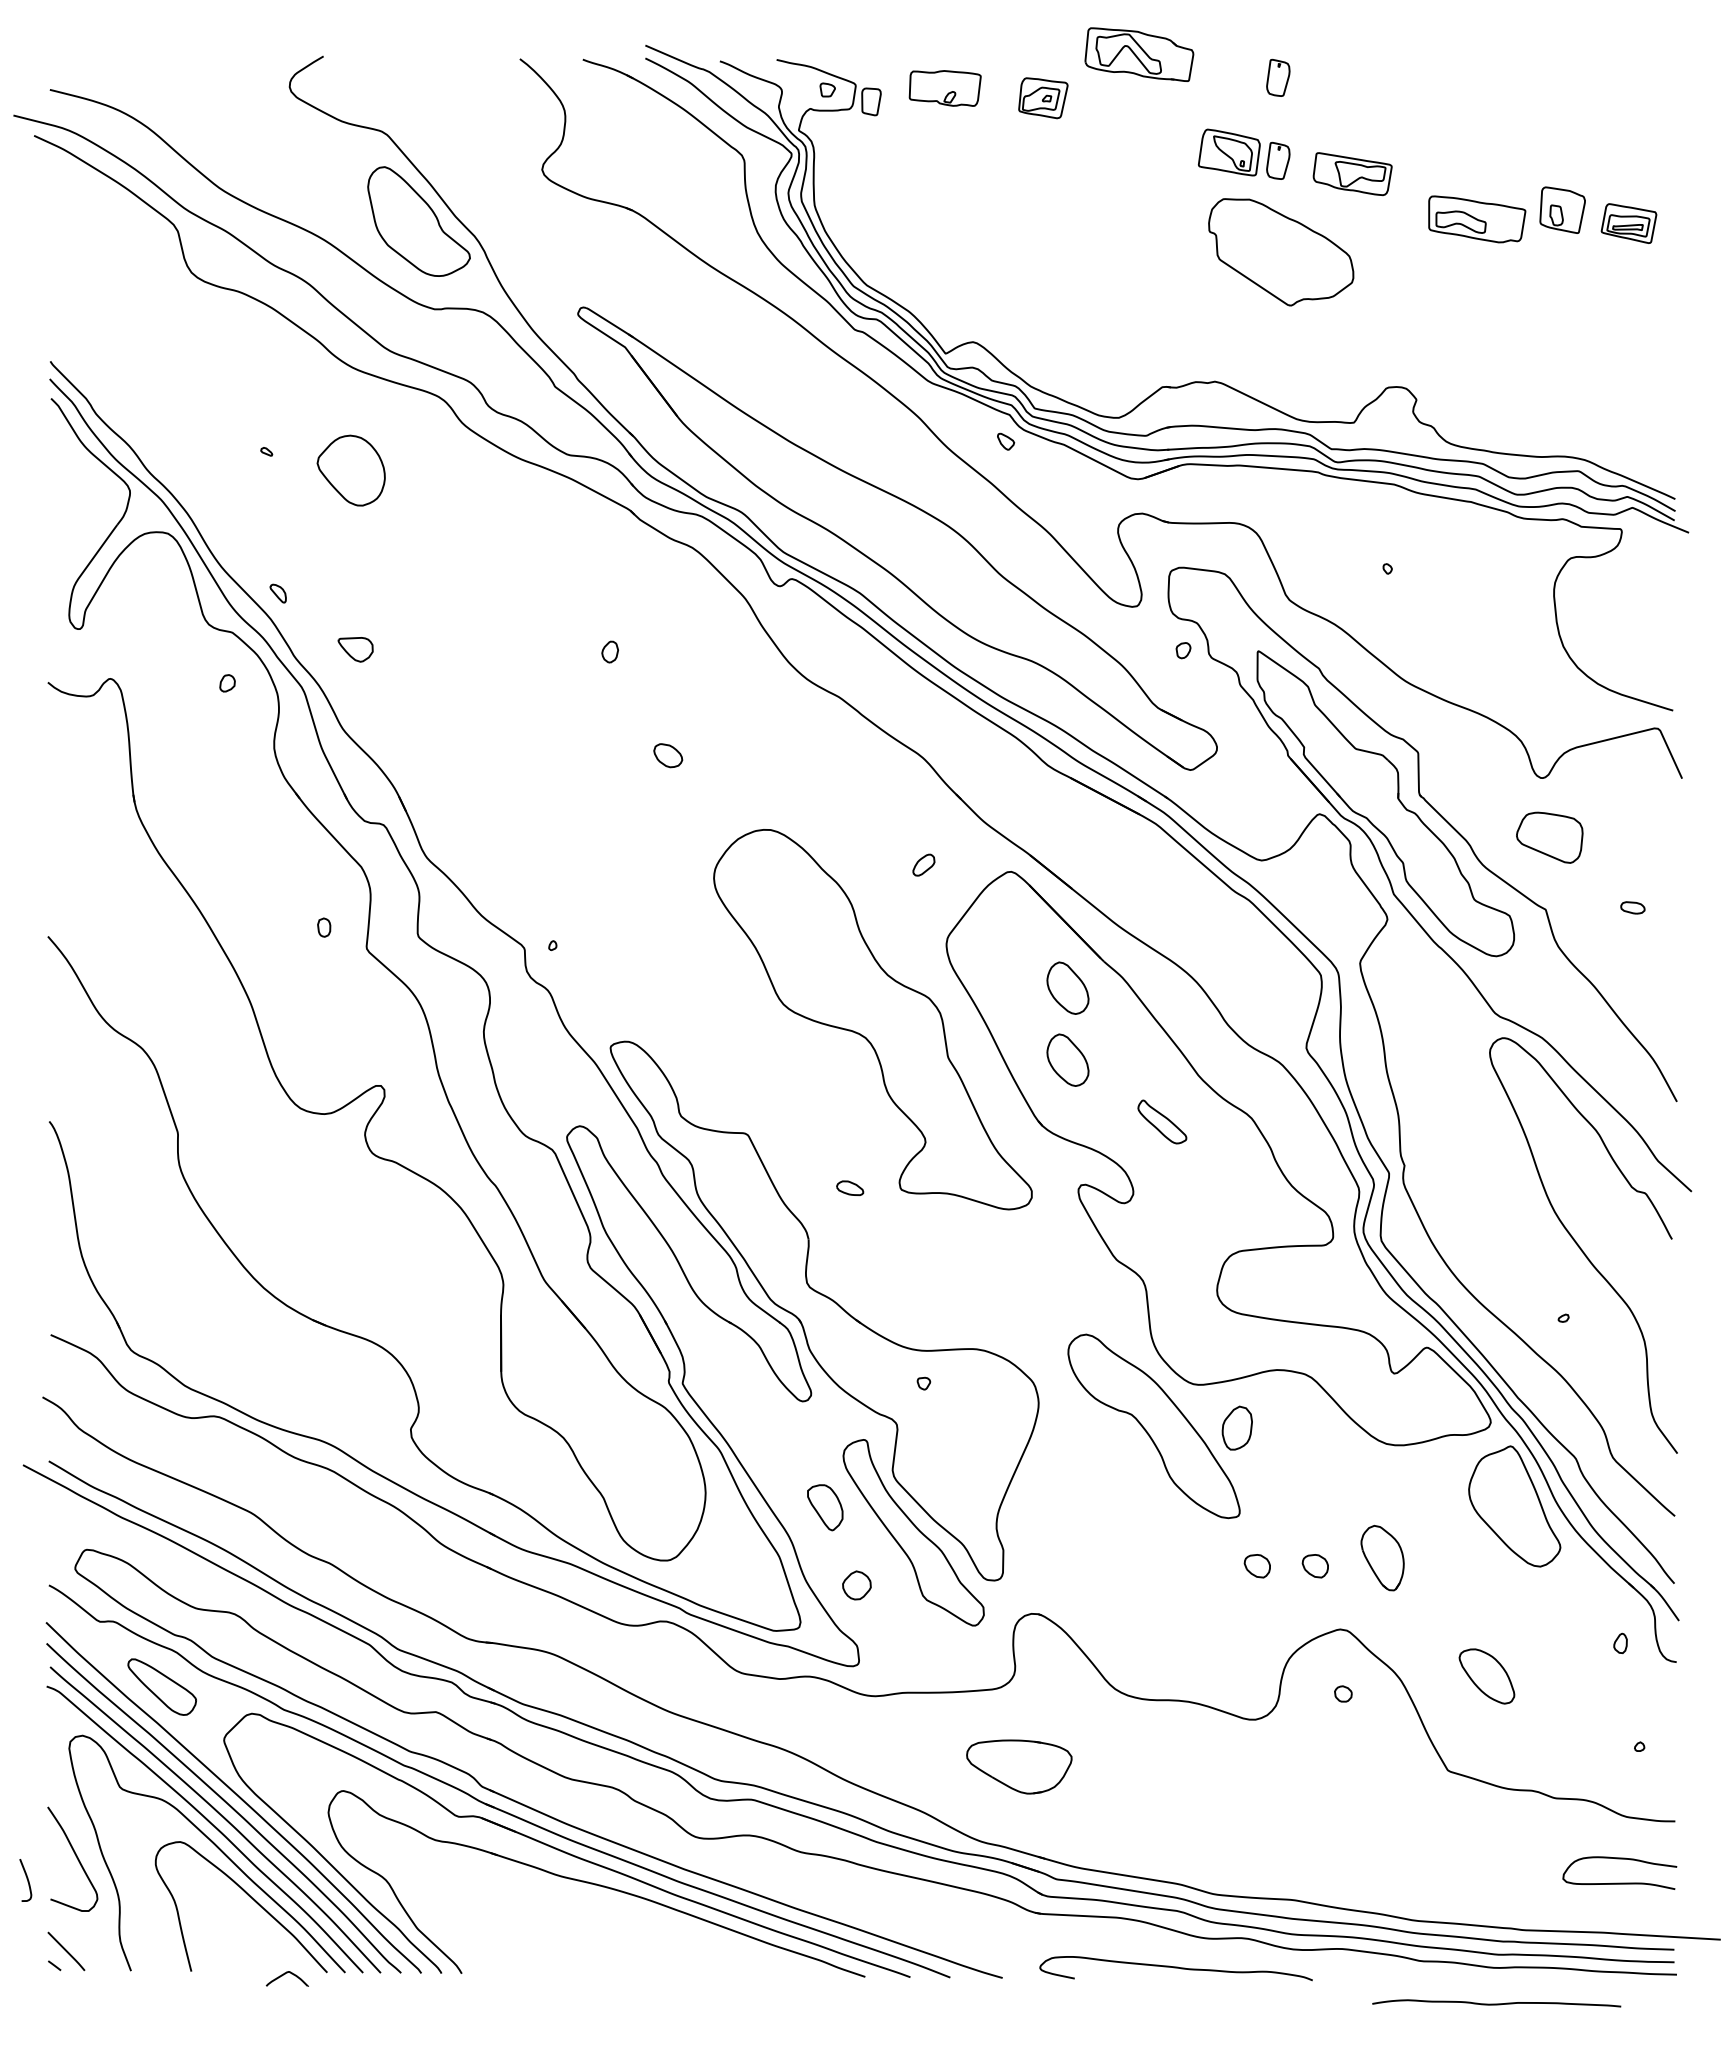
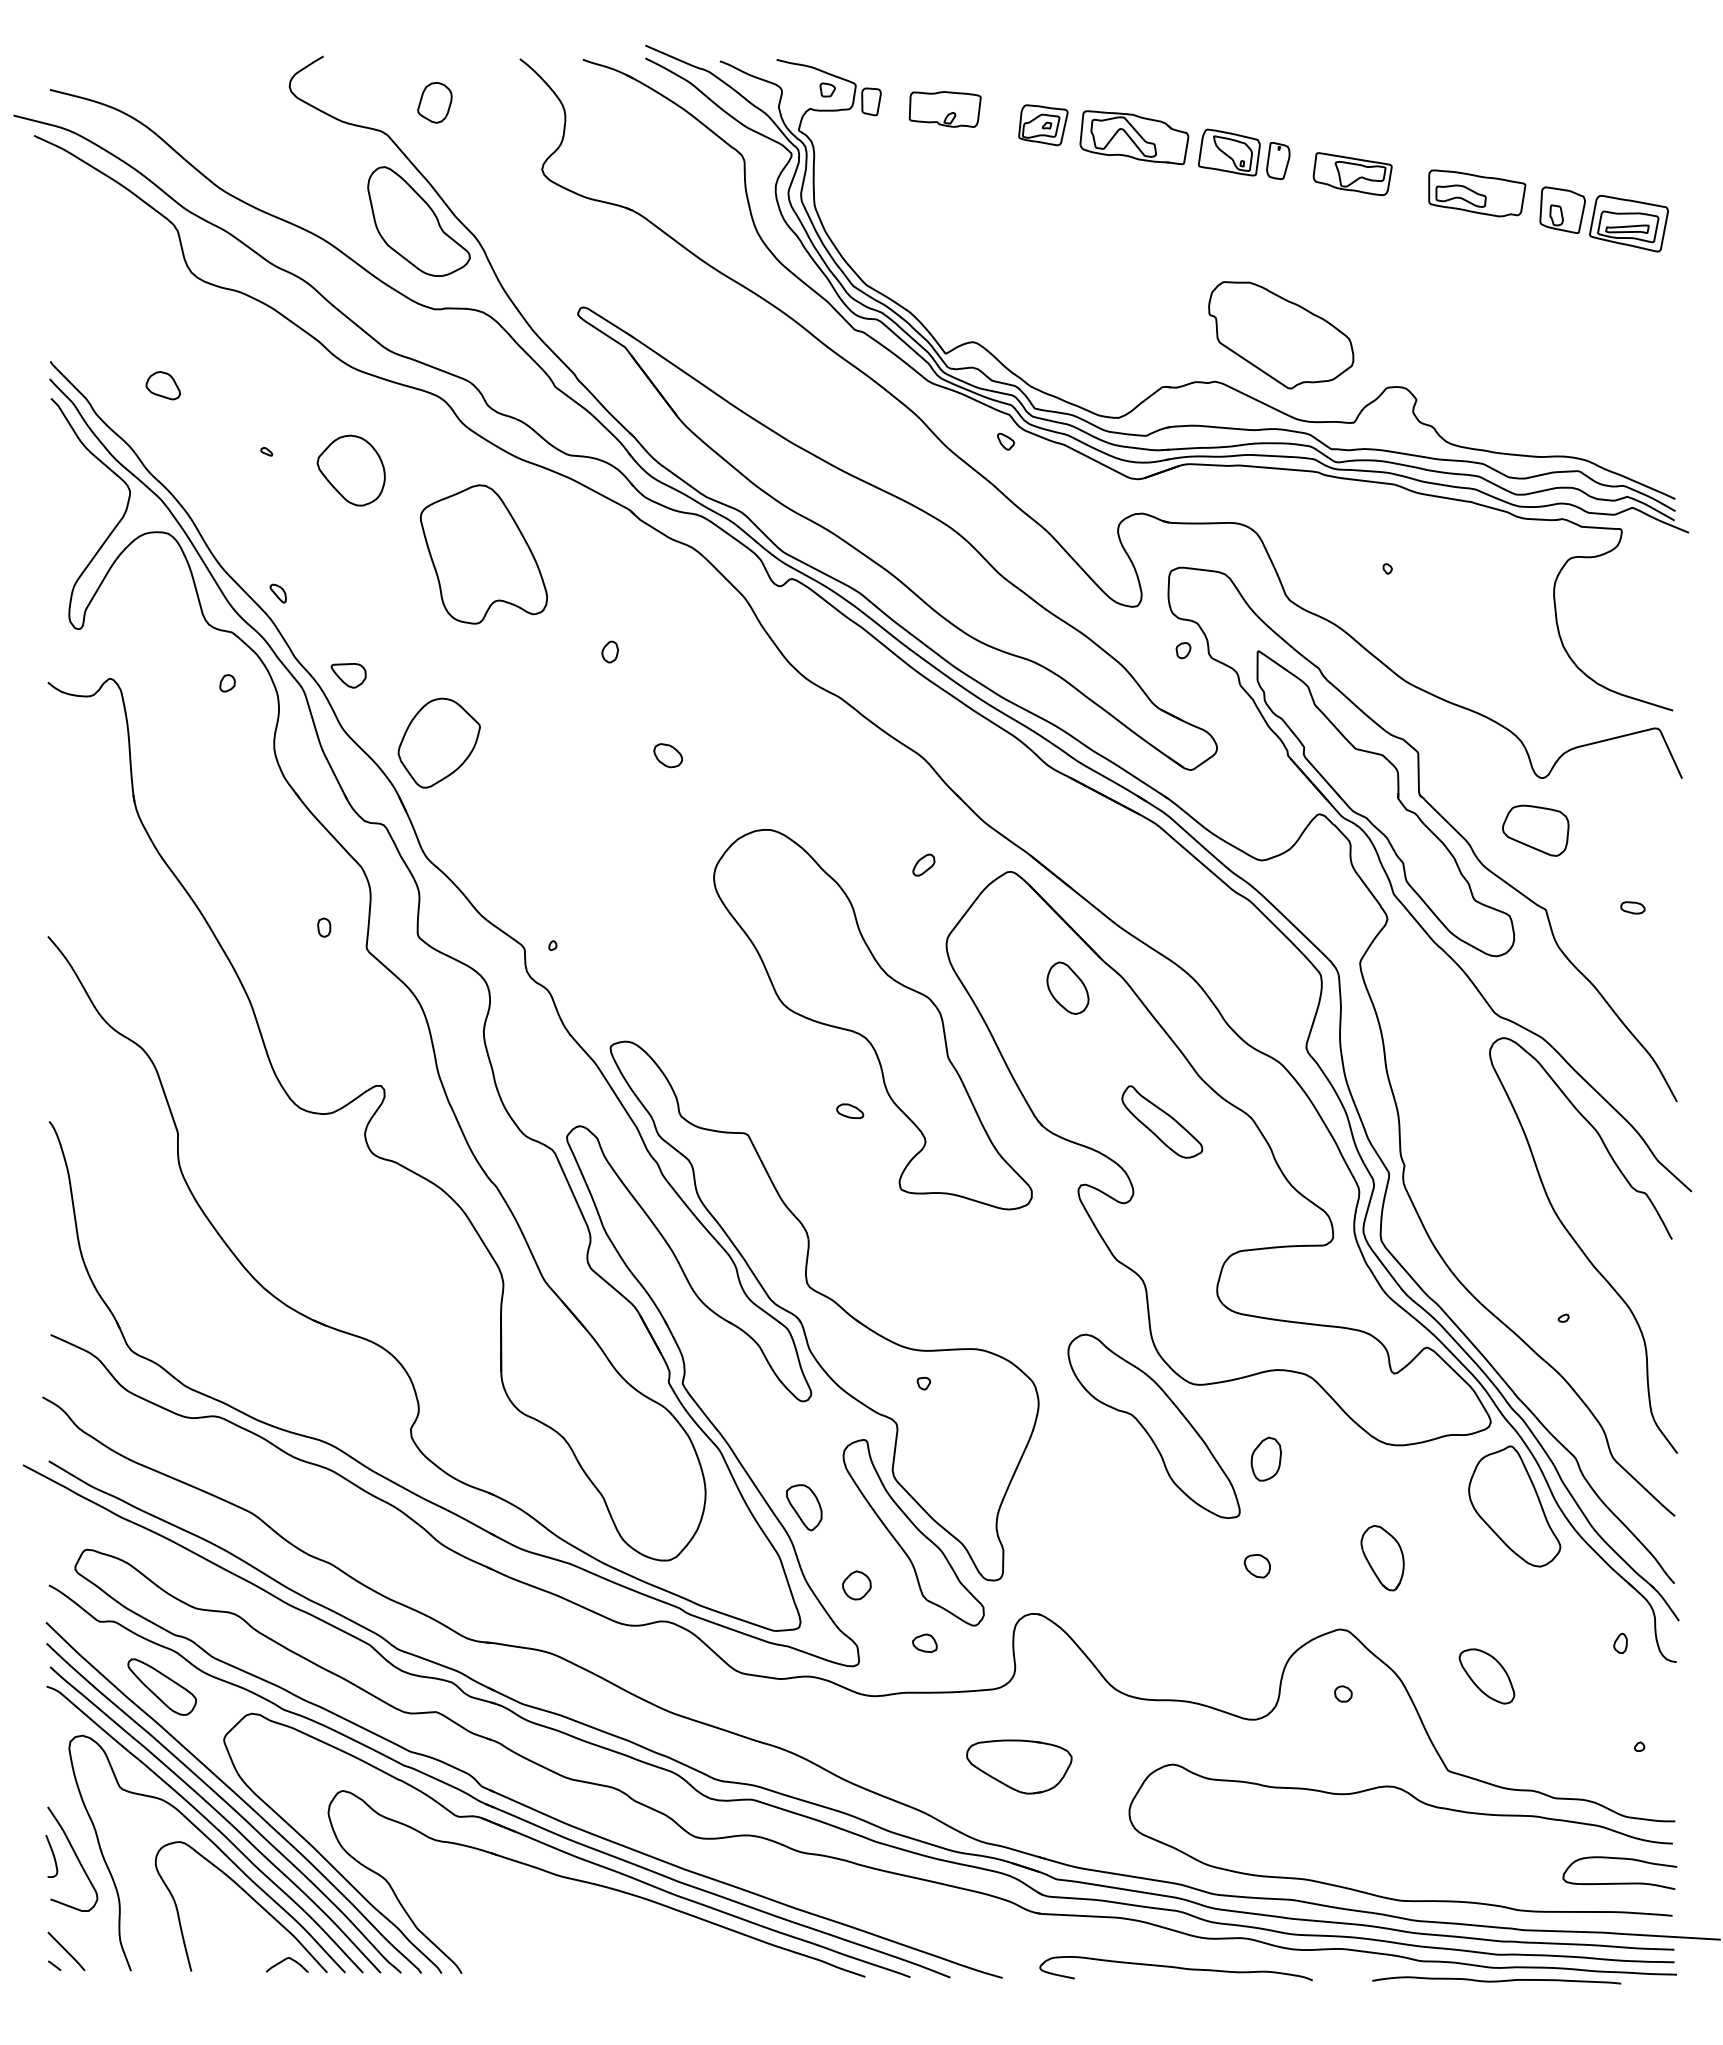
part at (1139, 54) position: (1139, 54) -> (1134, 137)
part at (1278, 77): present -> none
part at (944, 88) position: (944, 88) -> (944, 109)
part at (1043, 98) position: (1043, 98) -> (1043, 125)
part at (434, 102): none -> present
part at (1477, 219) position: (1477, 219) -> (1477, 193)
part at (1628, 223) size: 58x41 px -> 80x59 px
part at (1281, 252) position: (1281, 252) -> (1281, 335)
part at (162, 385): none -> present
part at (484, 554): none -> present
part at (355, 649) position: (355, 649) -> (348, 675)
part at (438, 742): none -> present
part at (1549, 837) position: (1549, 837) -> (1535, 830)
part at (1067, 1059): present -> none
part at (1162, 1121) size: 51x46 px -> 83x74 px
part at (850, 1188) position: (850, 1188) -> (850, 1111)
part at (1236, 1427) position: (1236, 1427) -> (1265, 1458)
part at (825, 1507) position: (825, 1507) -> (804, 1507)
part at (1314, 1566): present -> none
part at (924, 1642): none -> present
curve at (1418, 1801): none -> present
curve at (26, 1879) position: (26, 1879) -> (52, 1855)
curve at (285, 1974) position: (285, 1974) -> (285, 1960)
curve at (1496, 2003) position: (1496, 2003) -> (1496, 1980)
